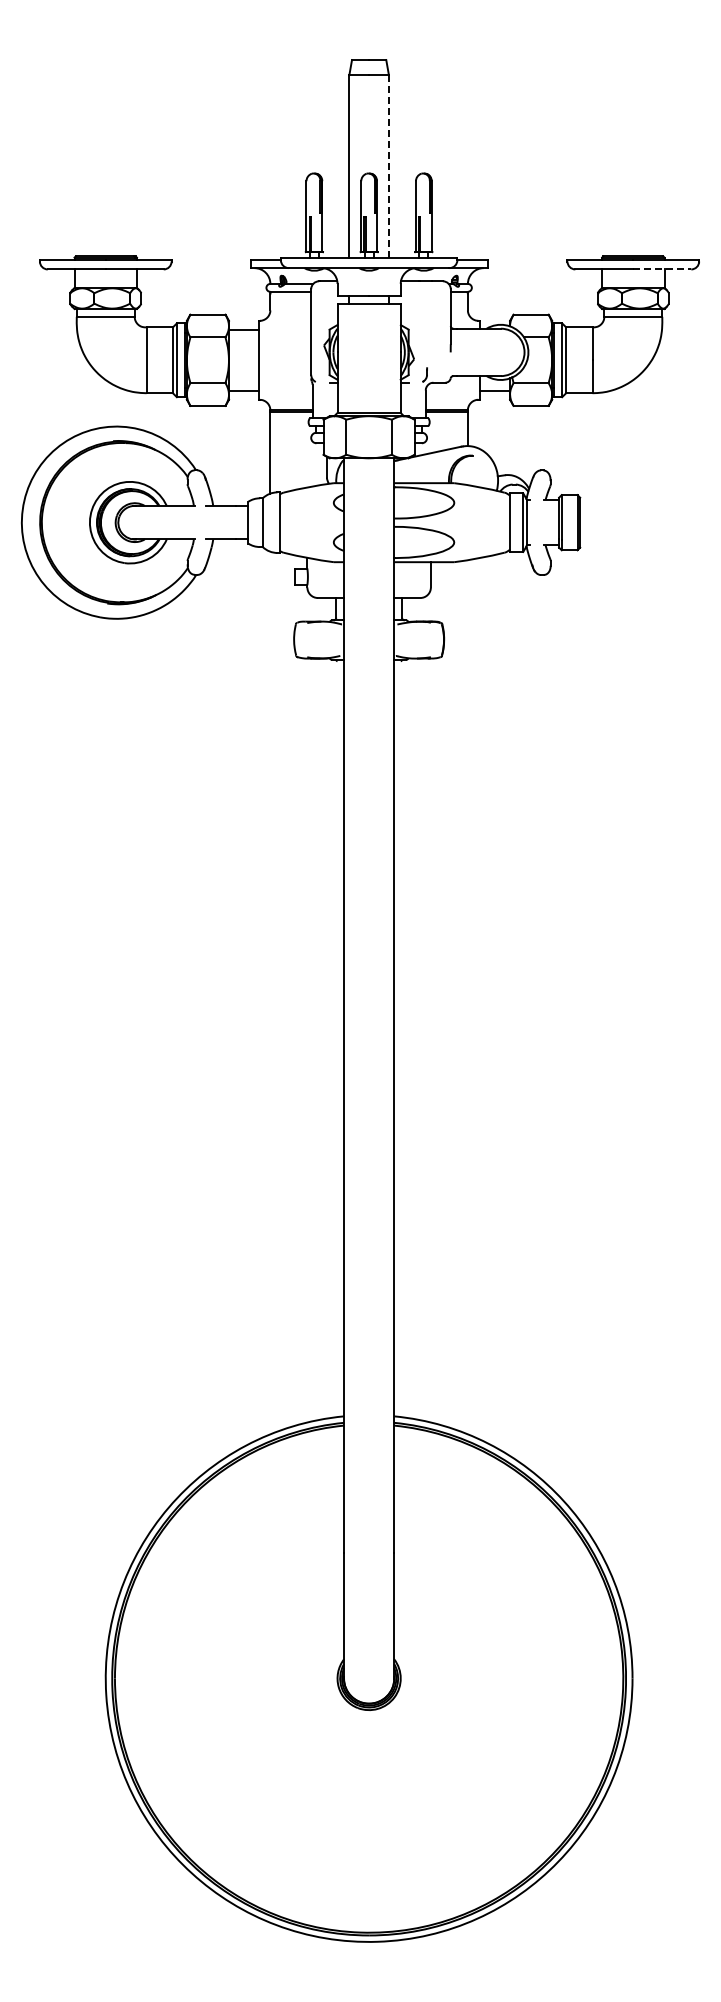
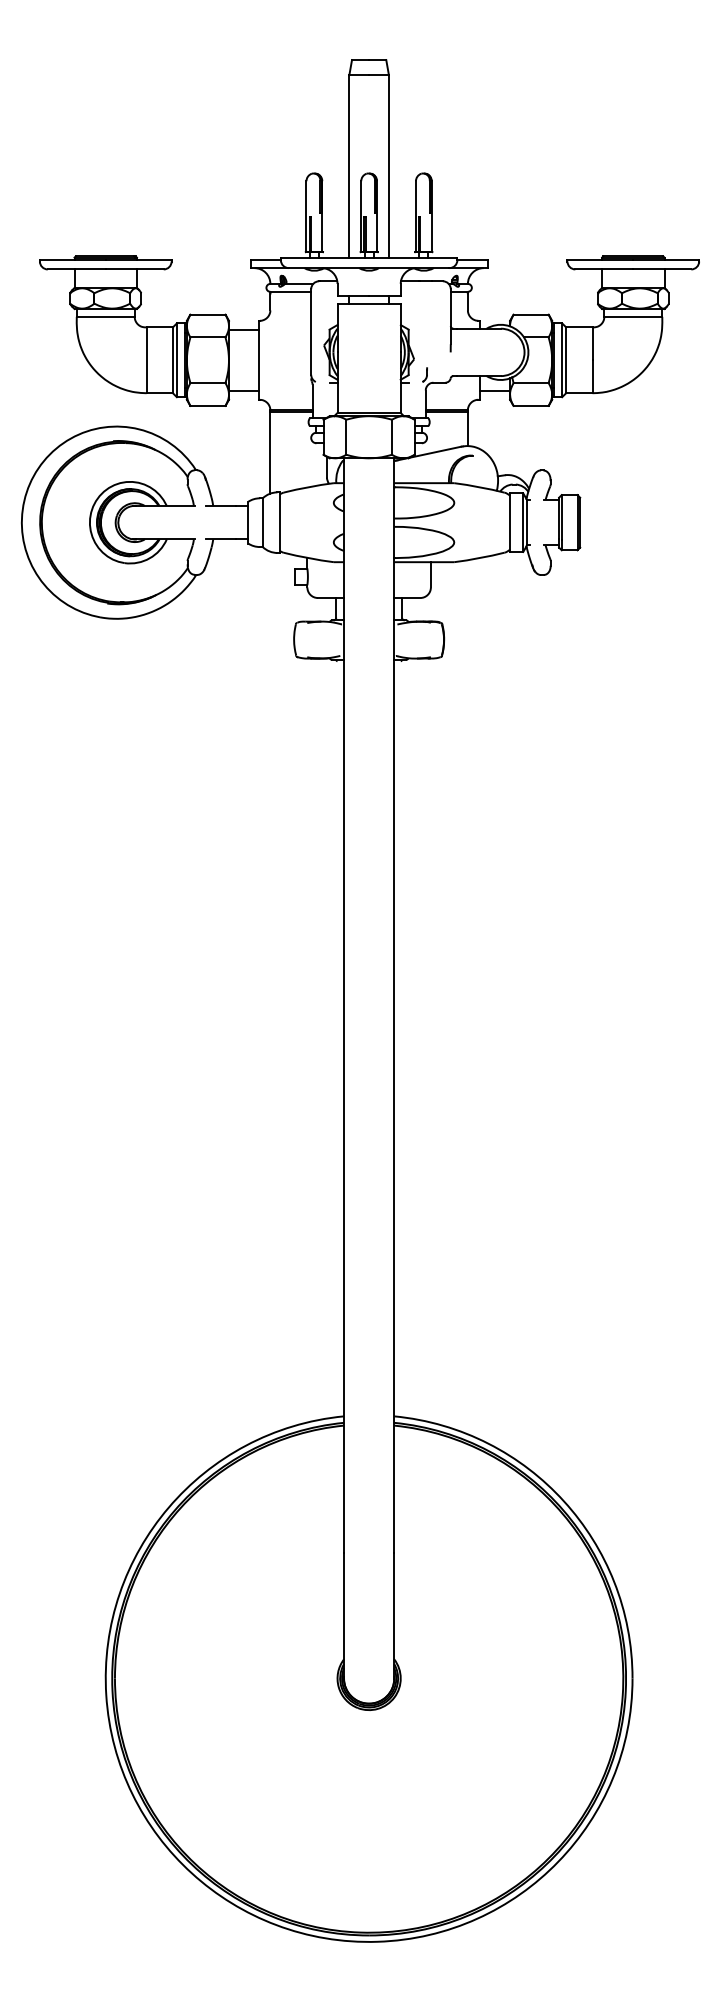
line at (388, 165): dashed -> solid
line at (662, 269): dashed -> solid
